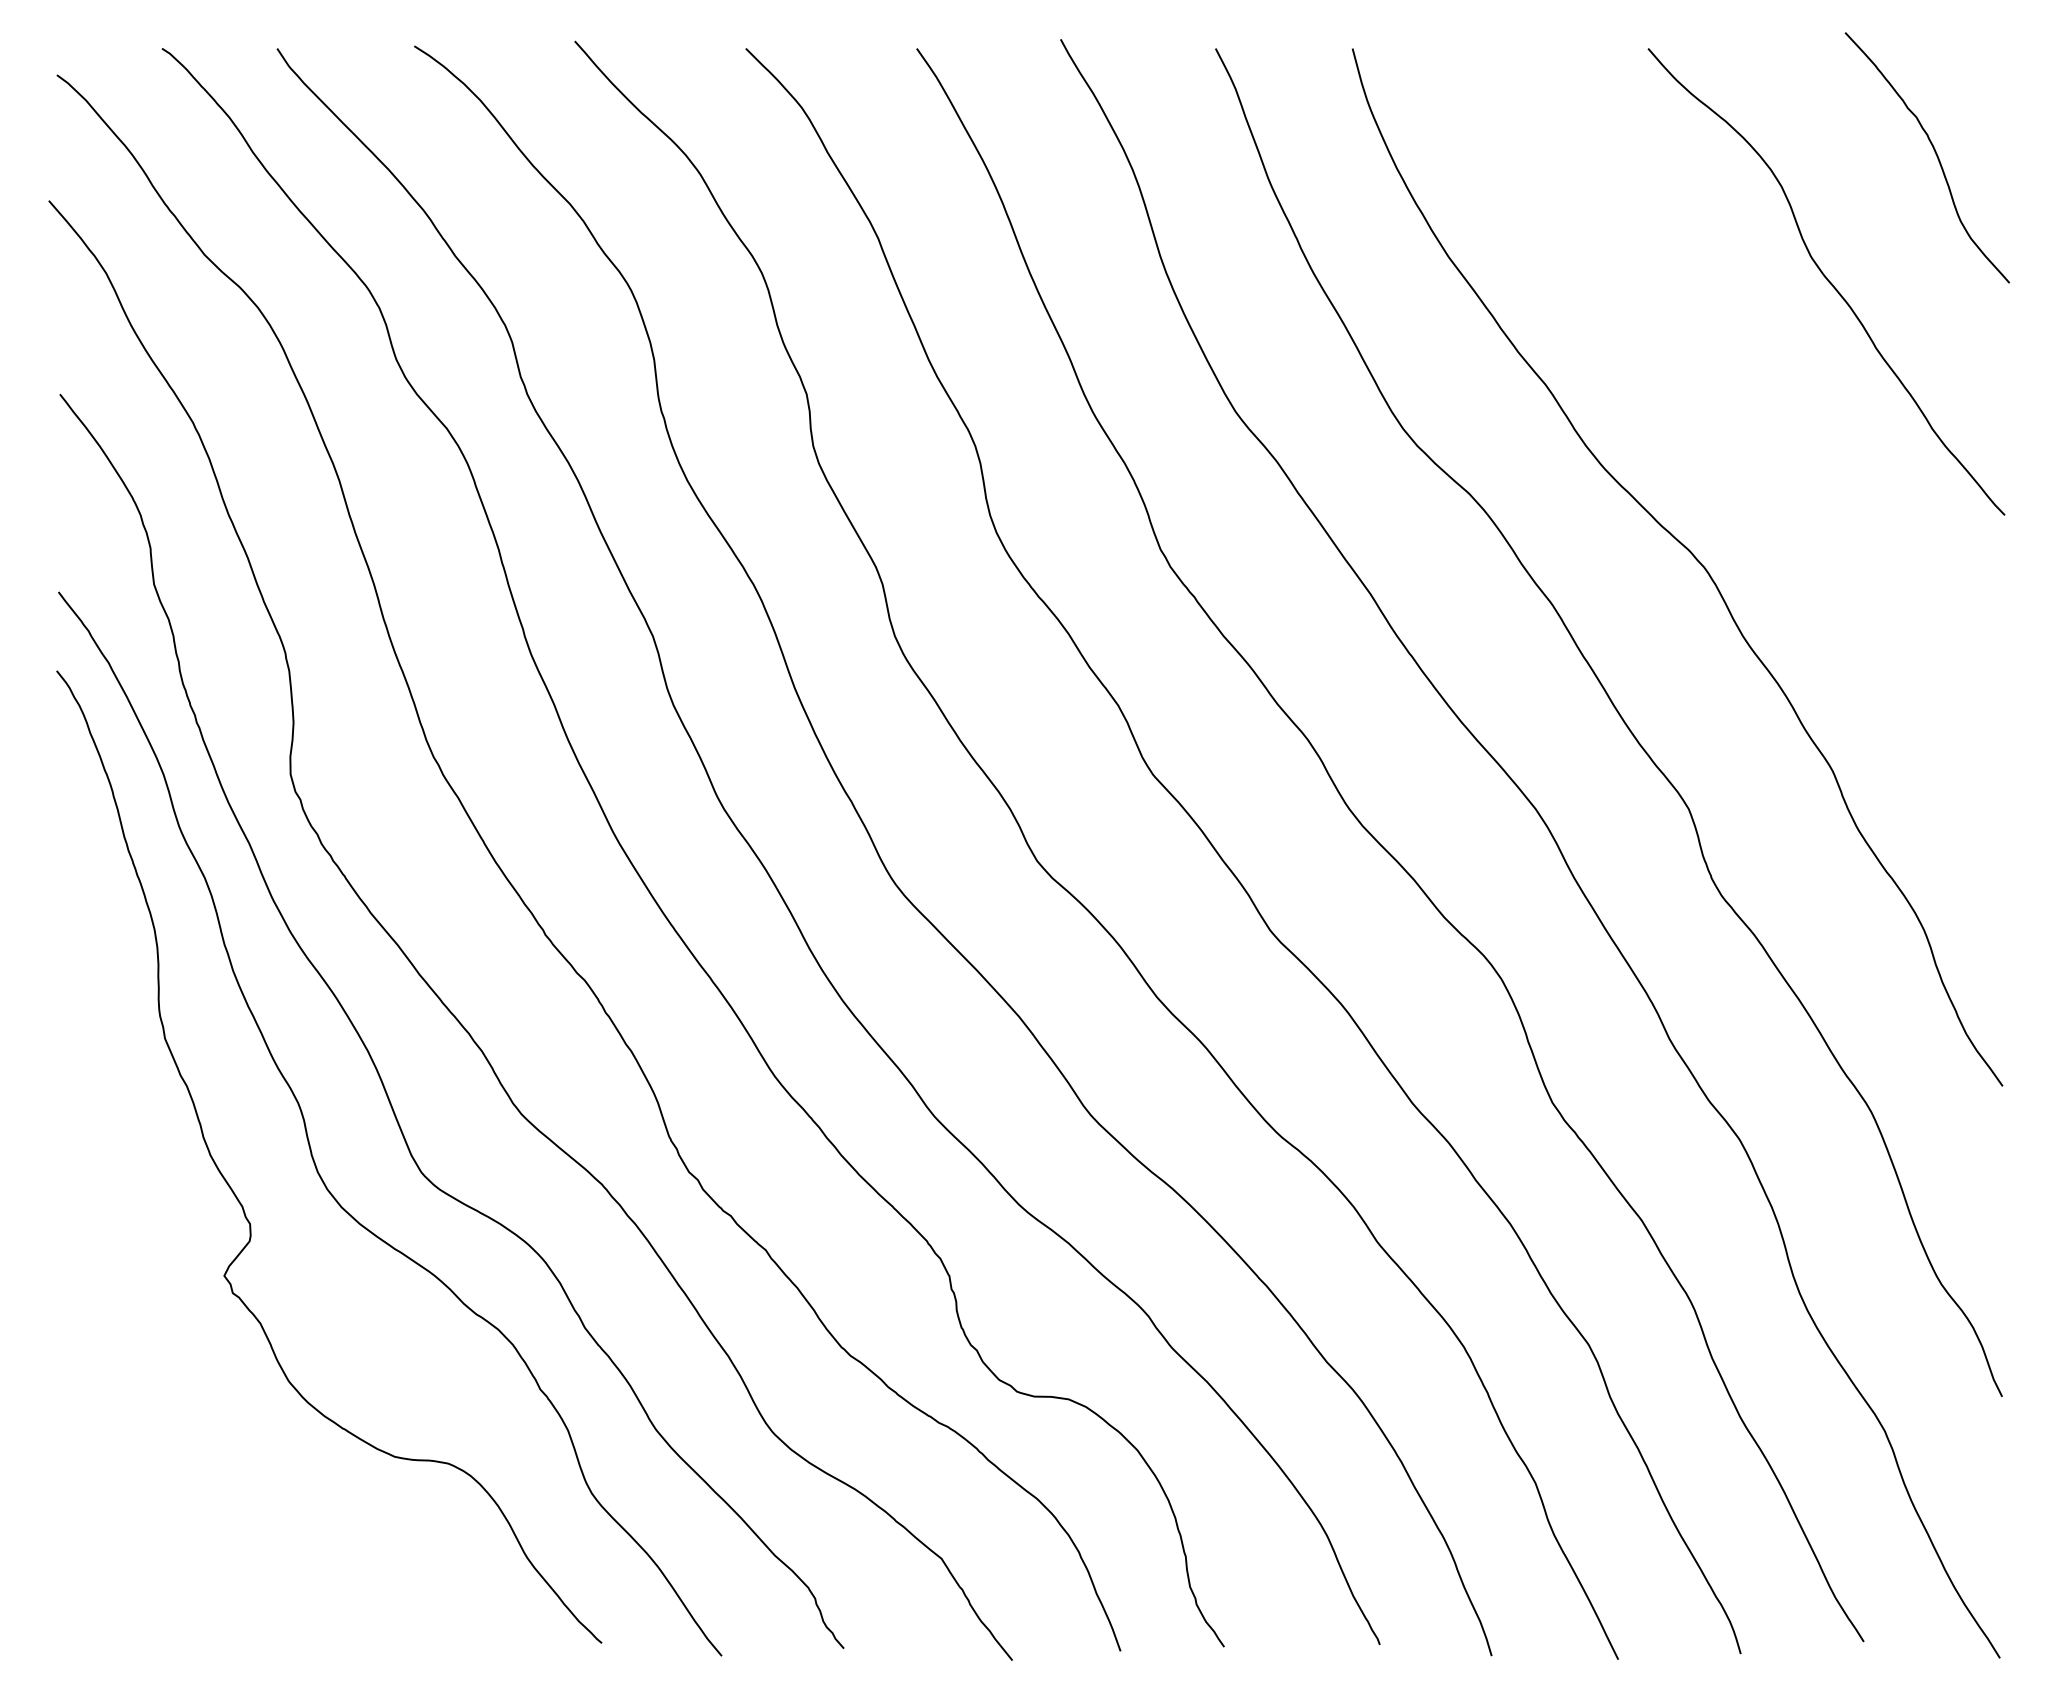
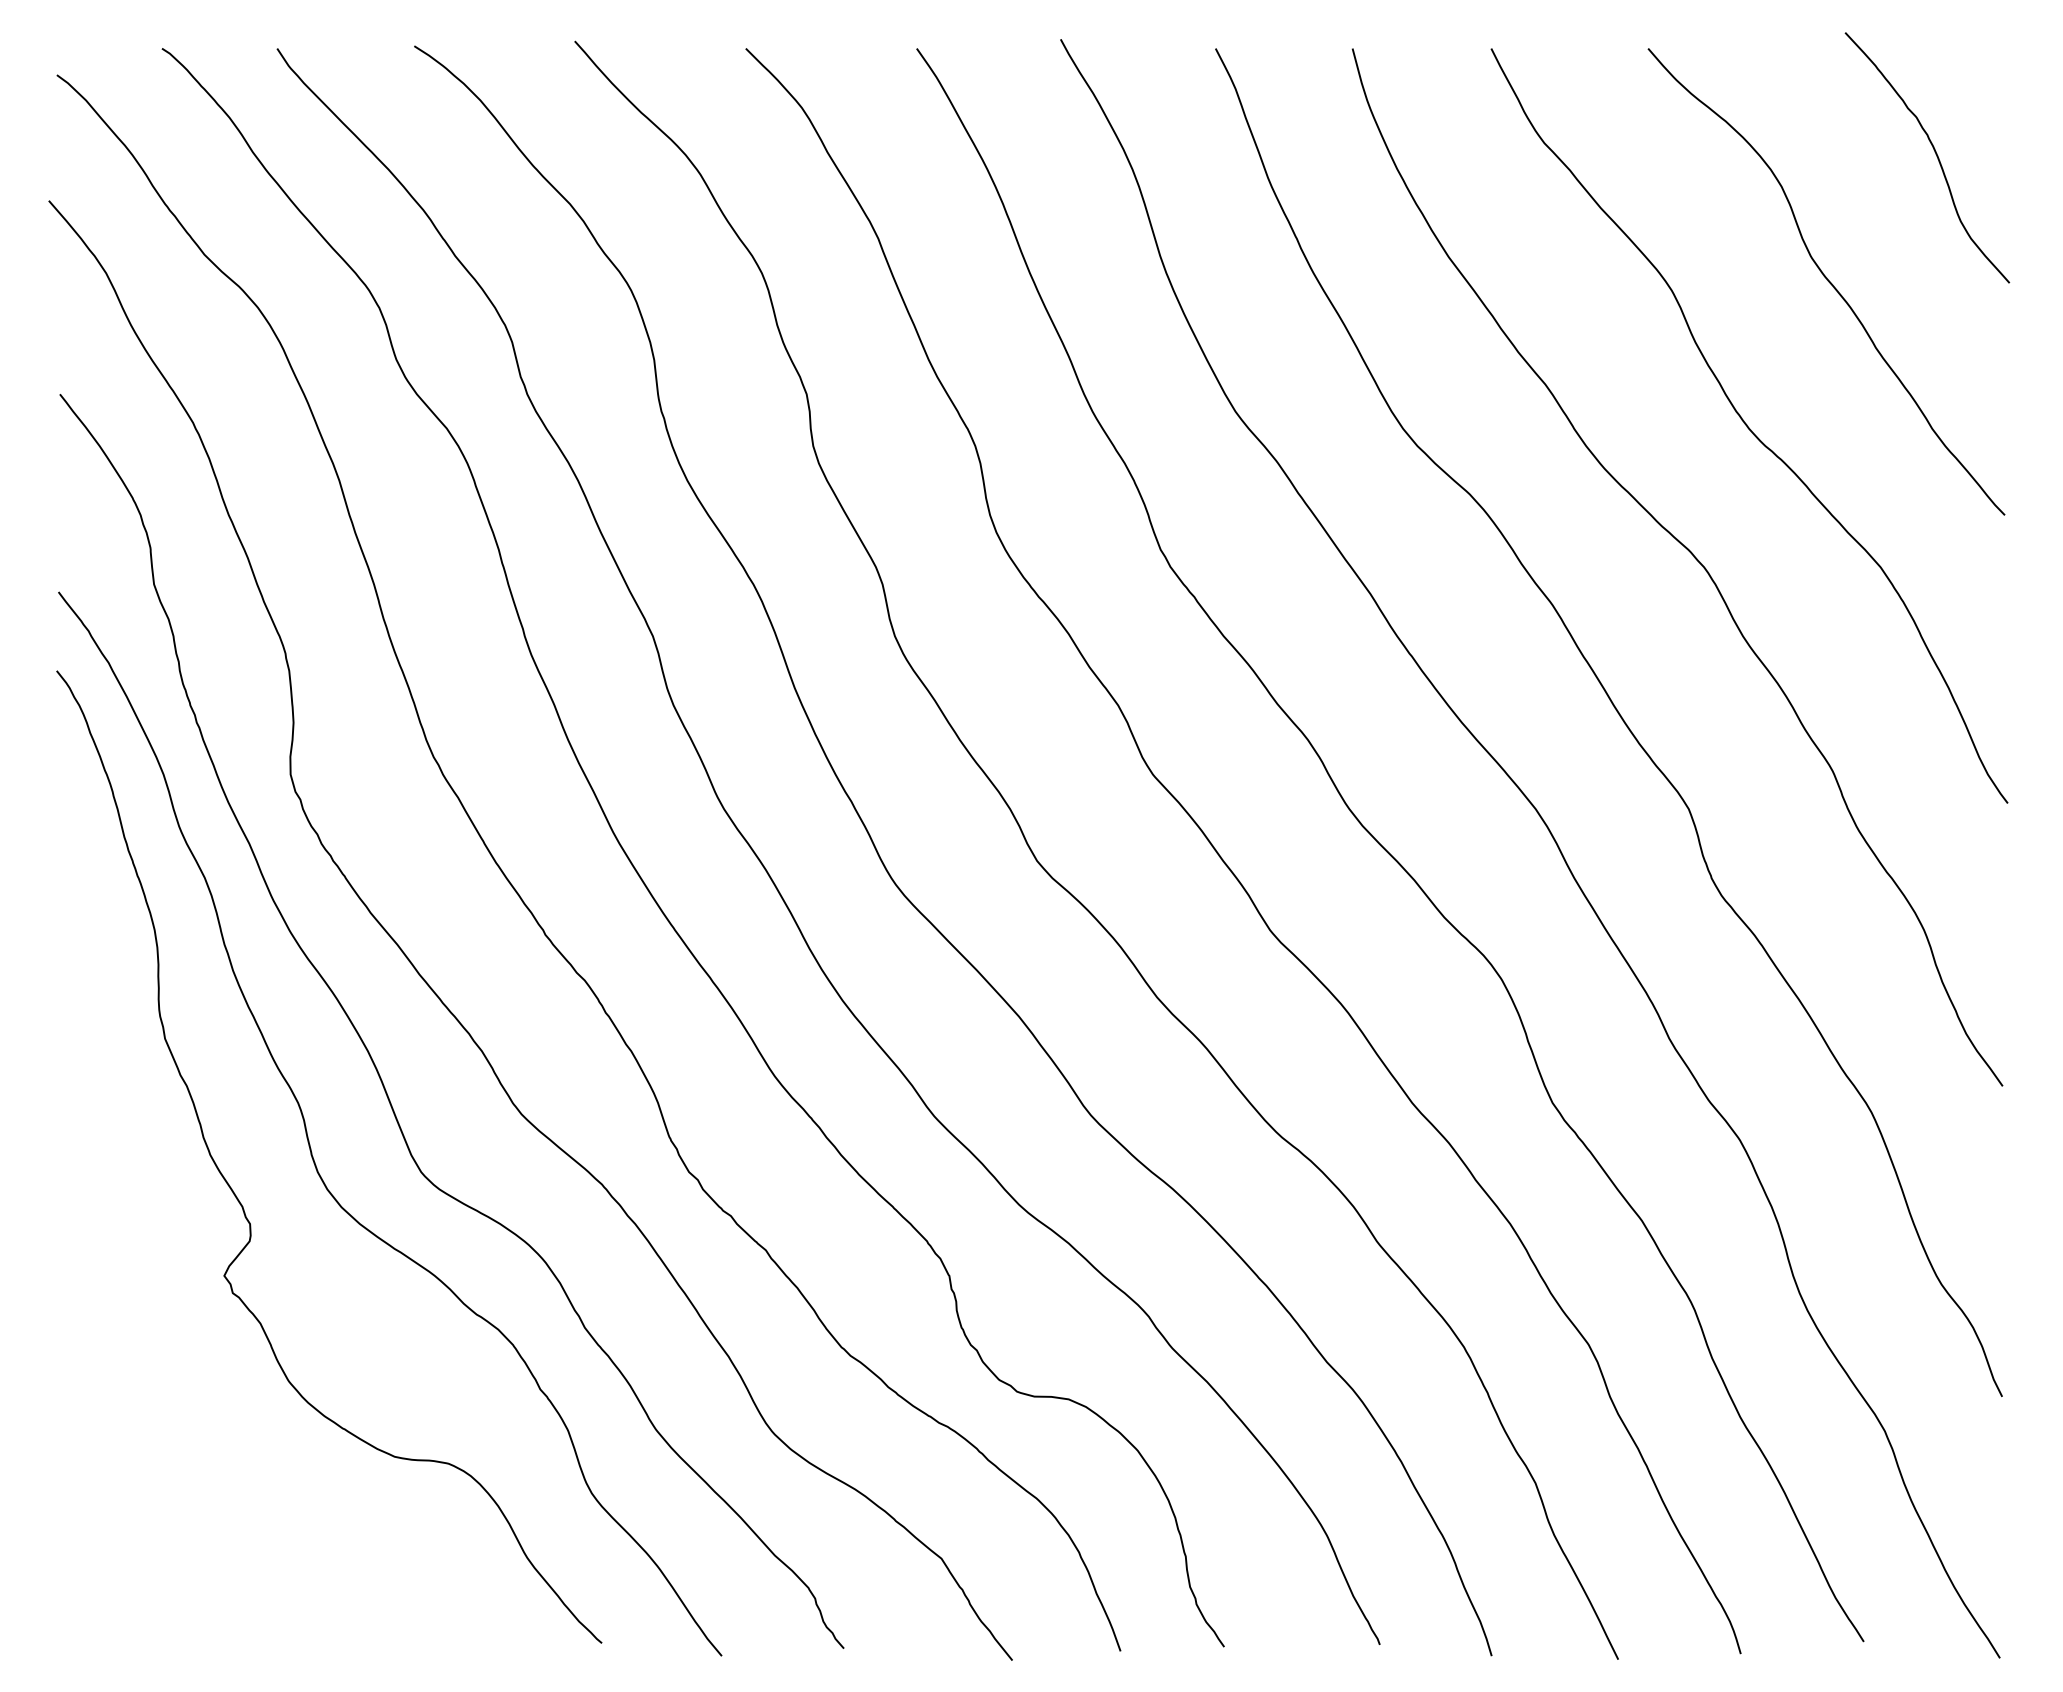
curve at (1748, 426): none -> present
